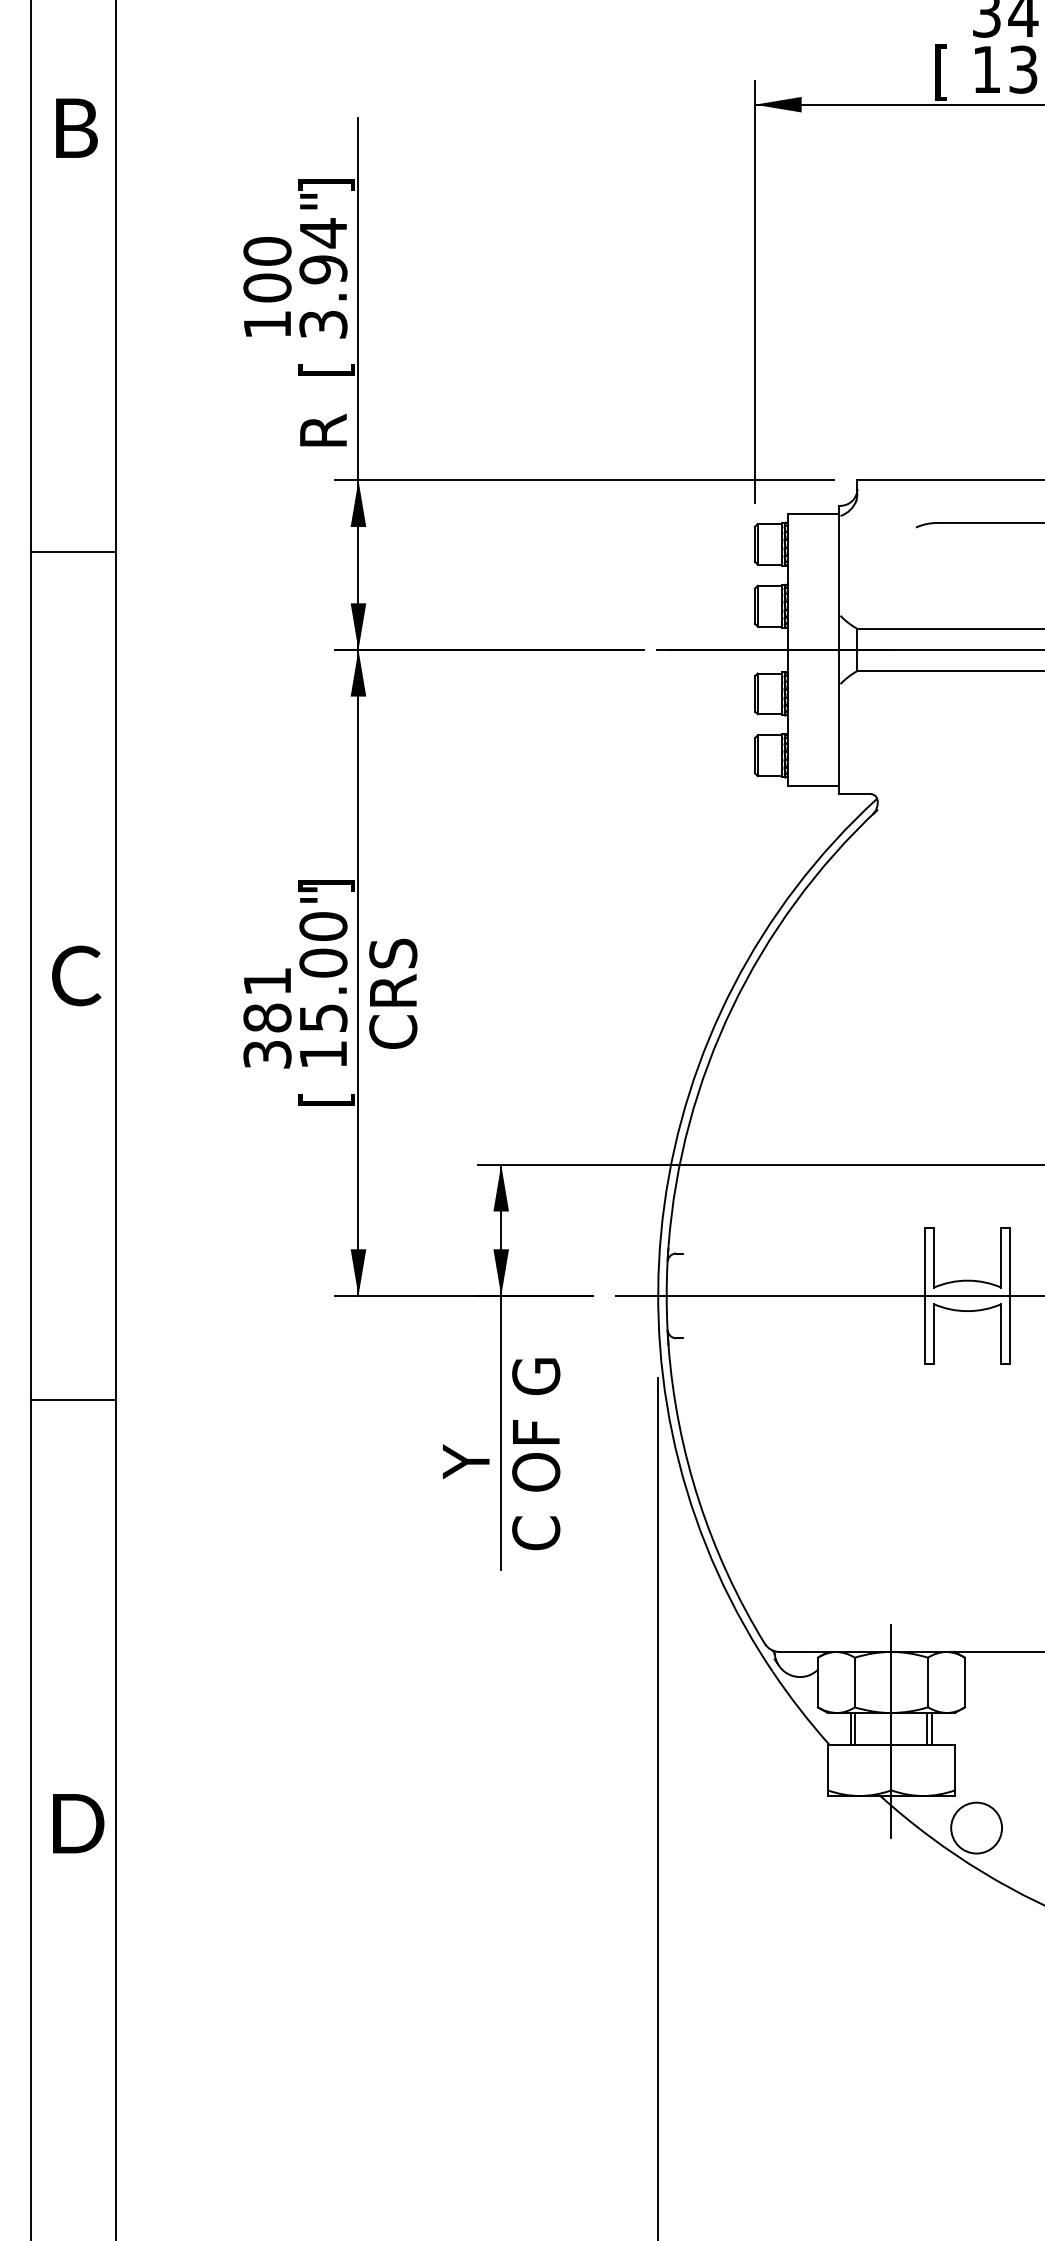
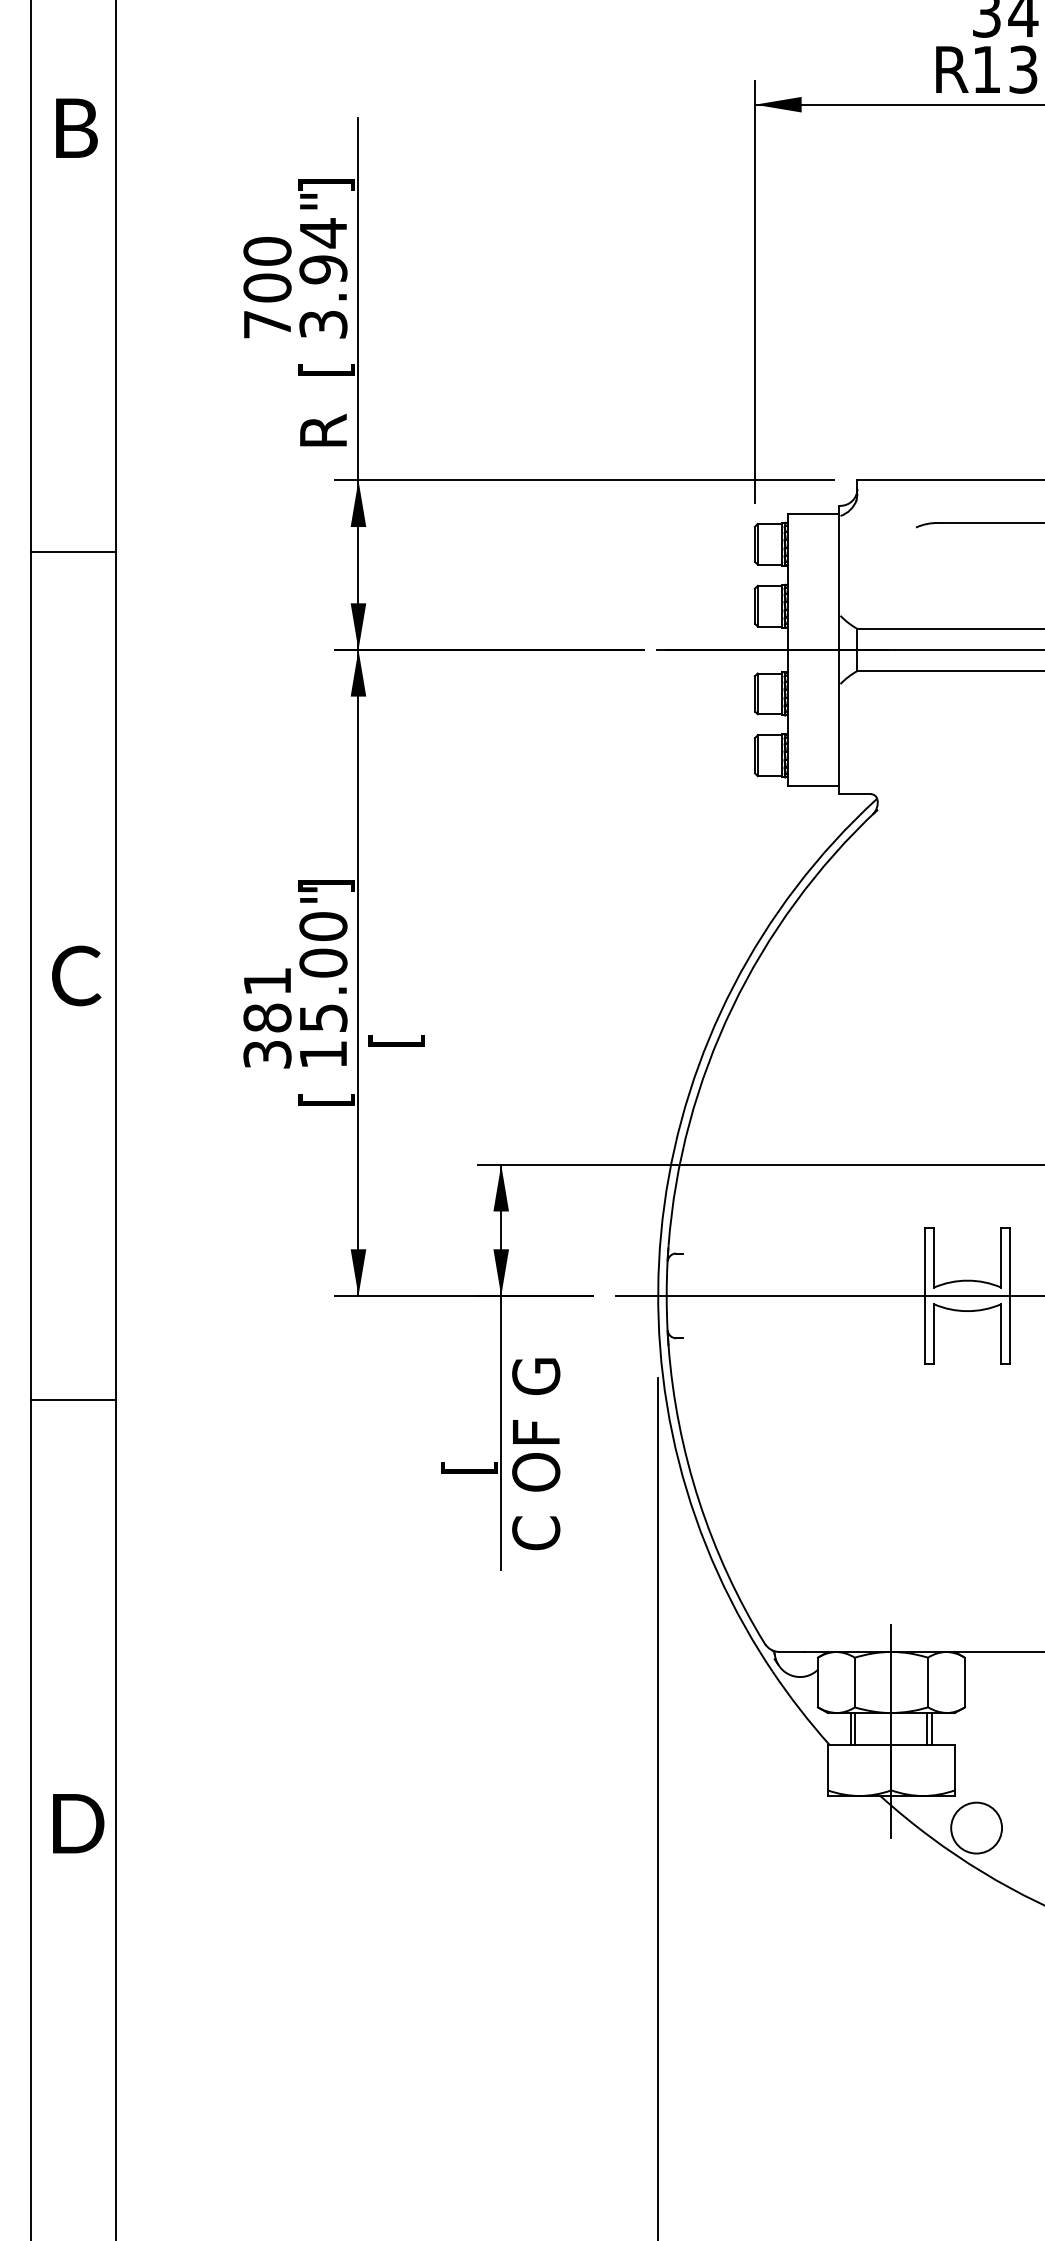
text at (951, 72): [ -> R
text at (267, 324): 100 -> 700
text at (396, 993): CRS -> [
text at (469, 1461): Y -> [
